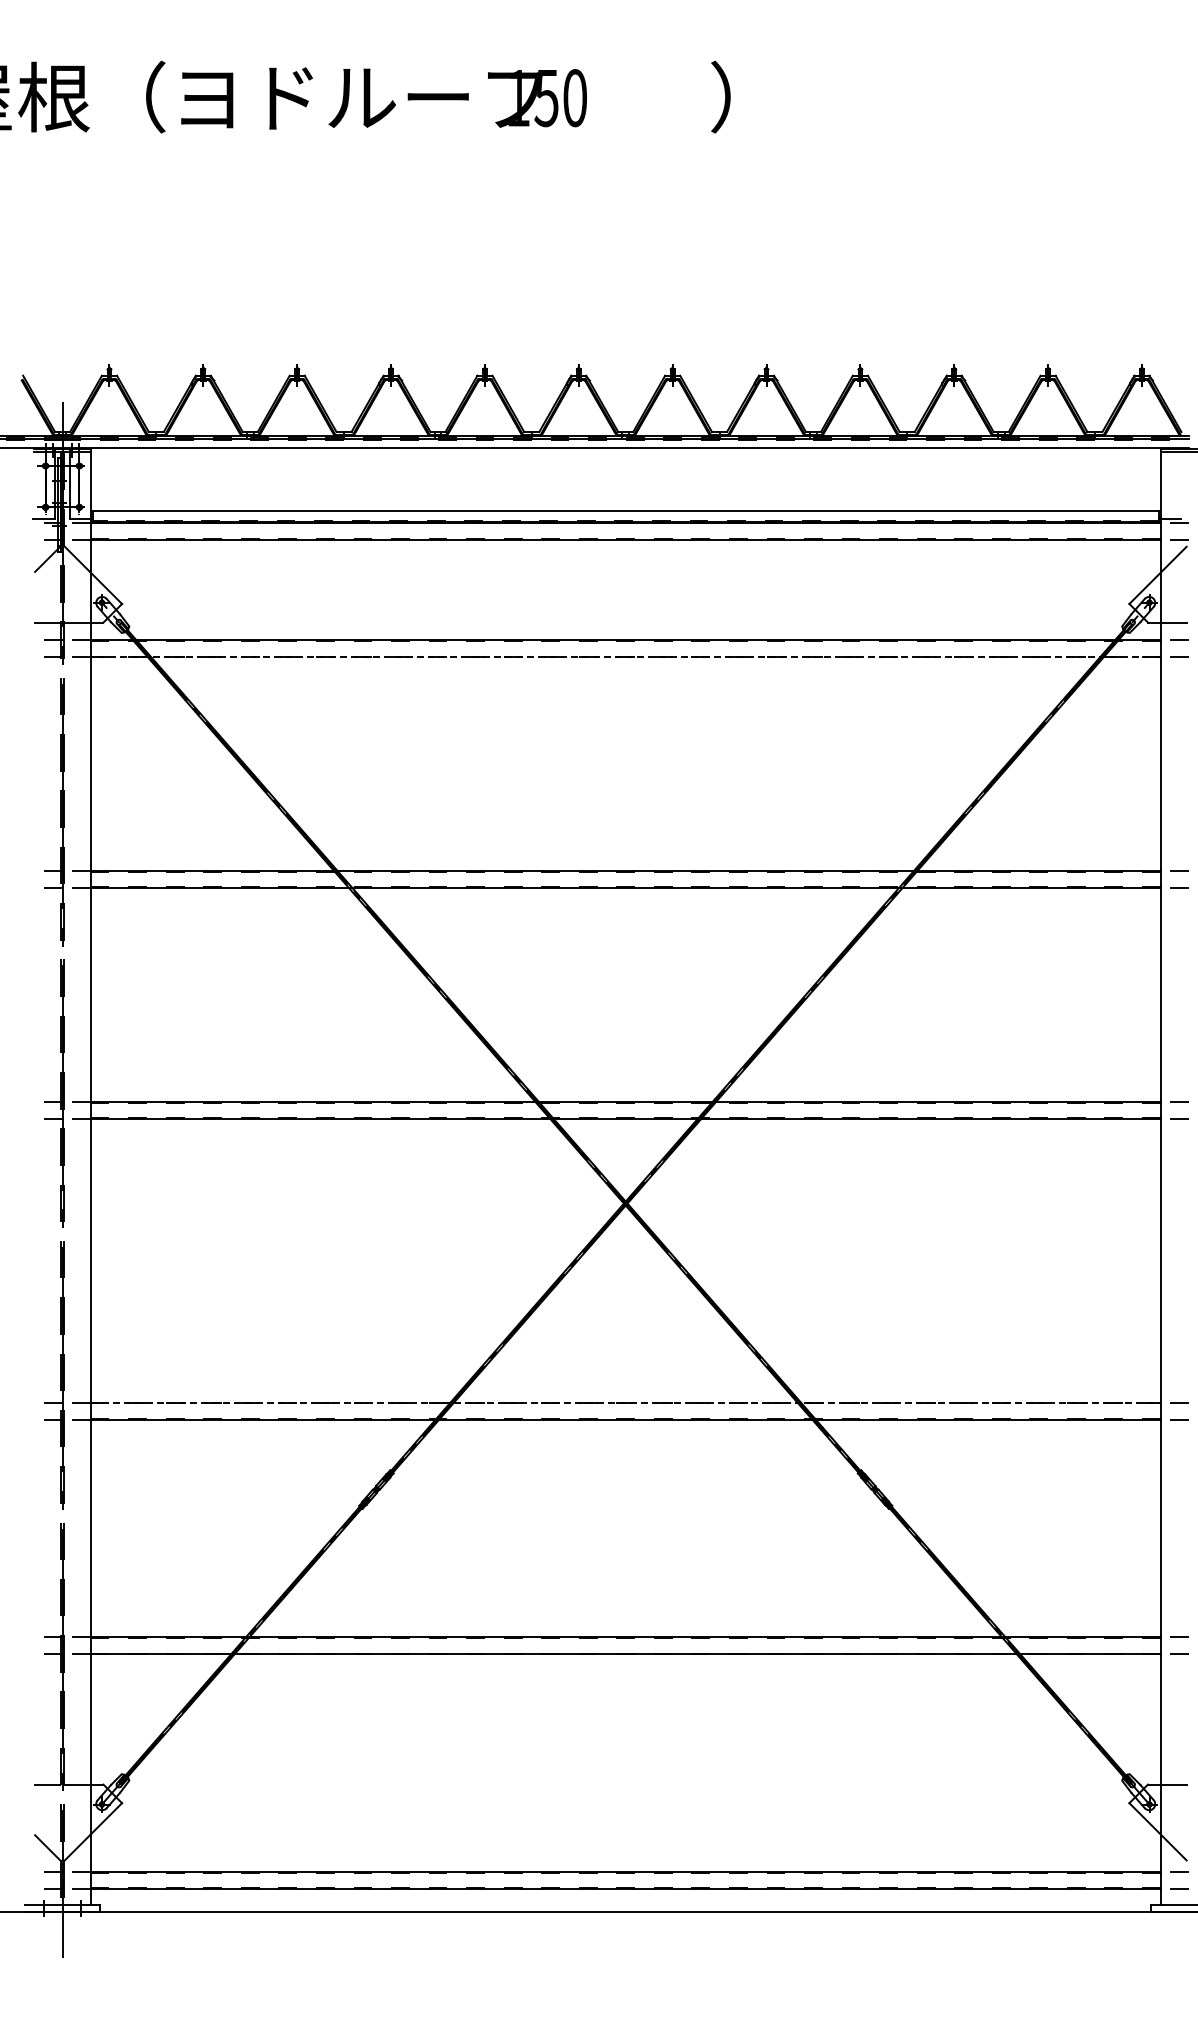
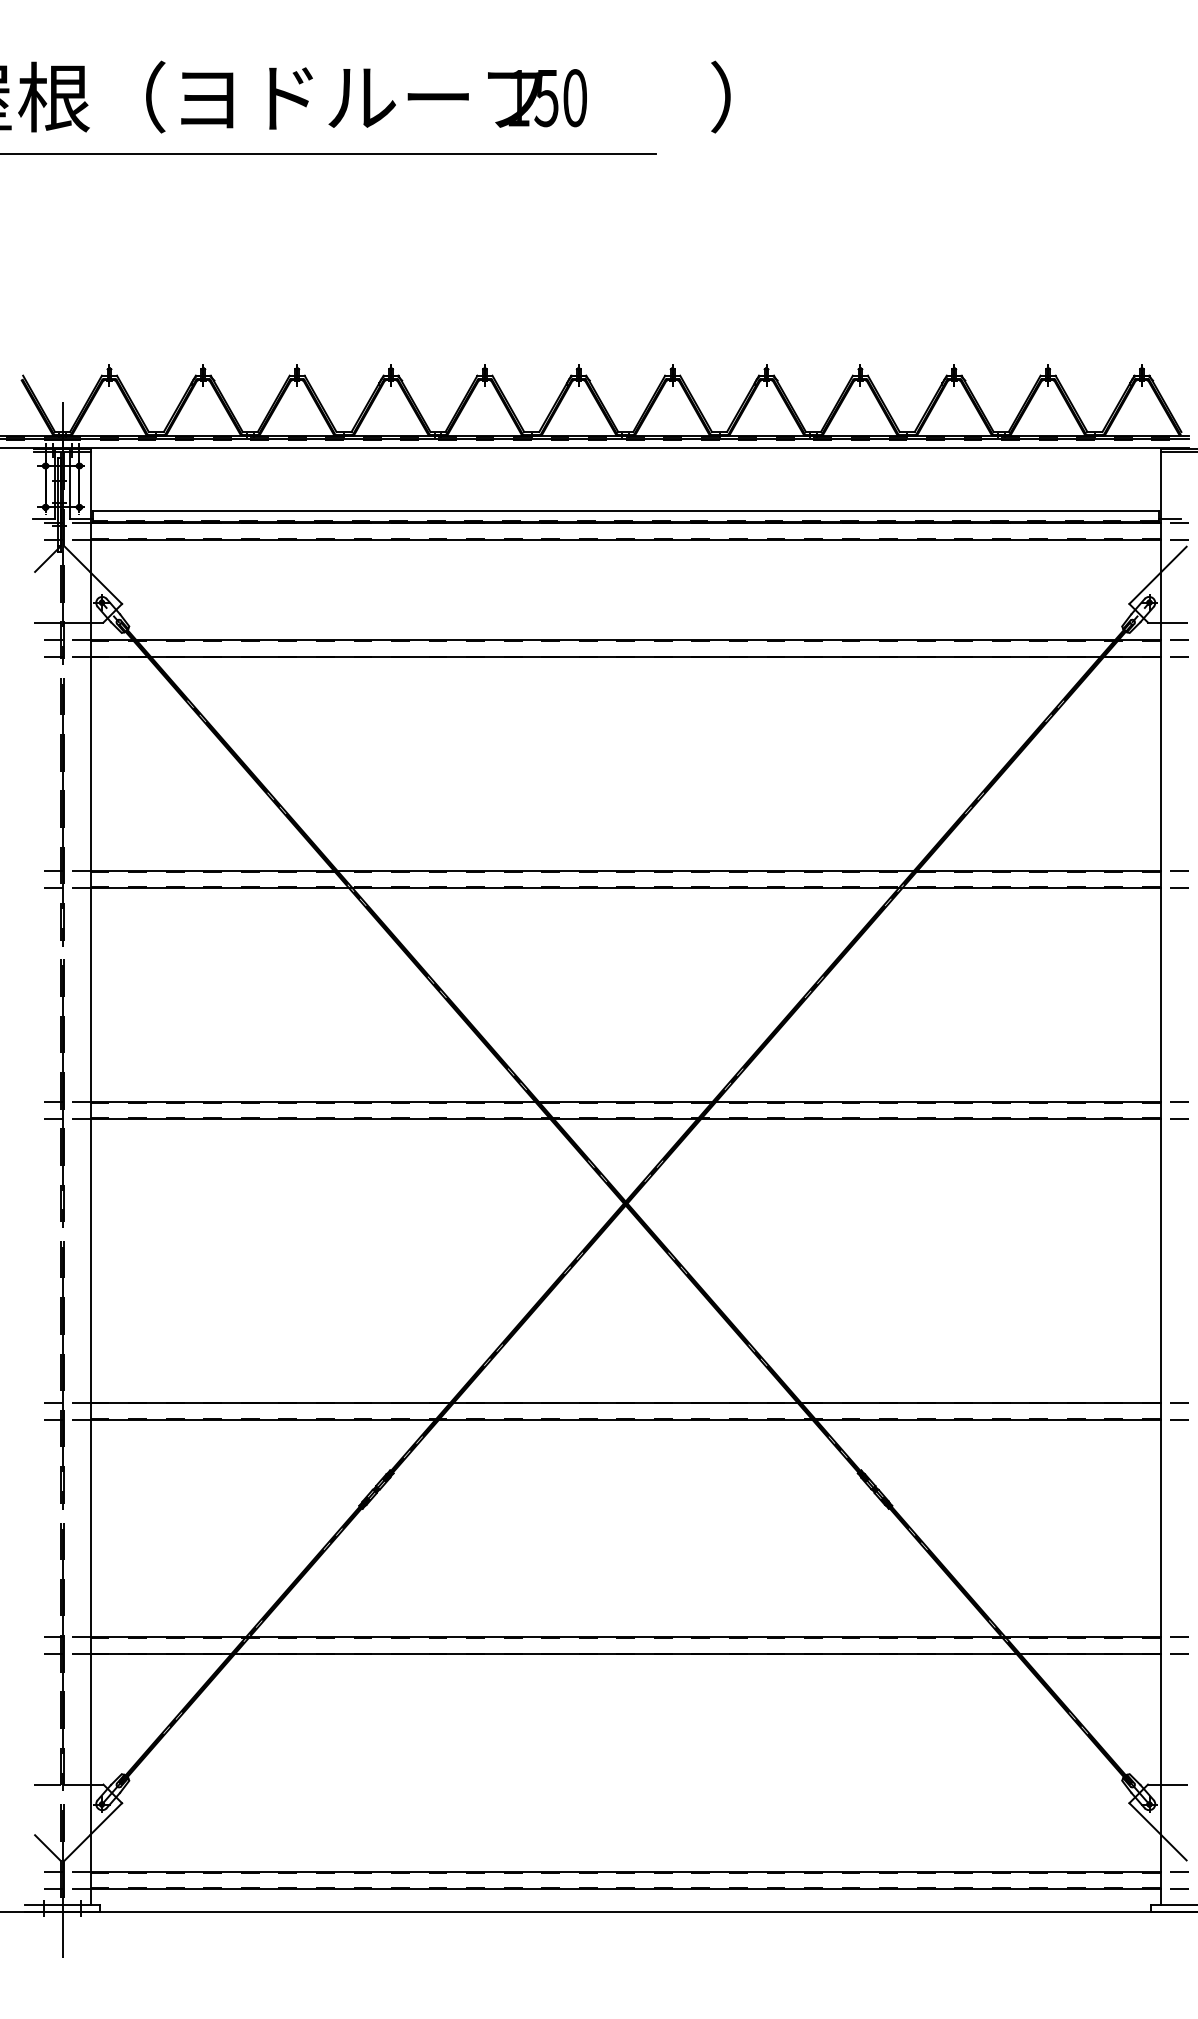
line at (329, 154): none -> present
line at (625, 657): dashed -> solid
line at (626, 1402): dashed -> solid
